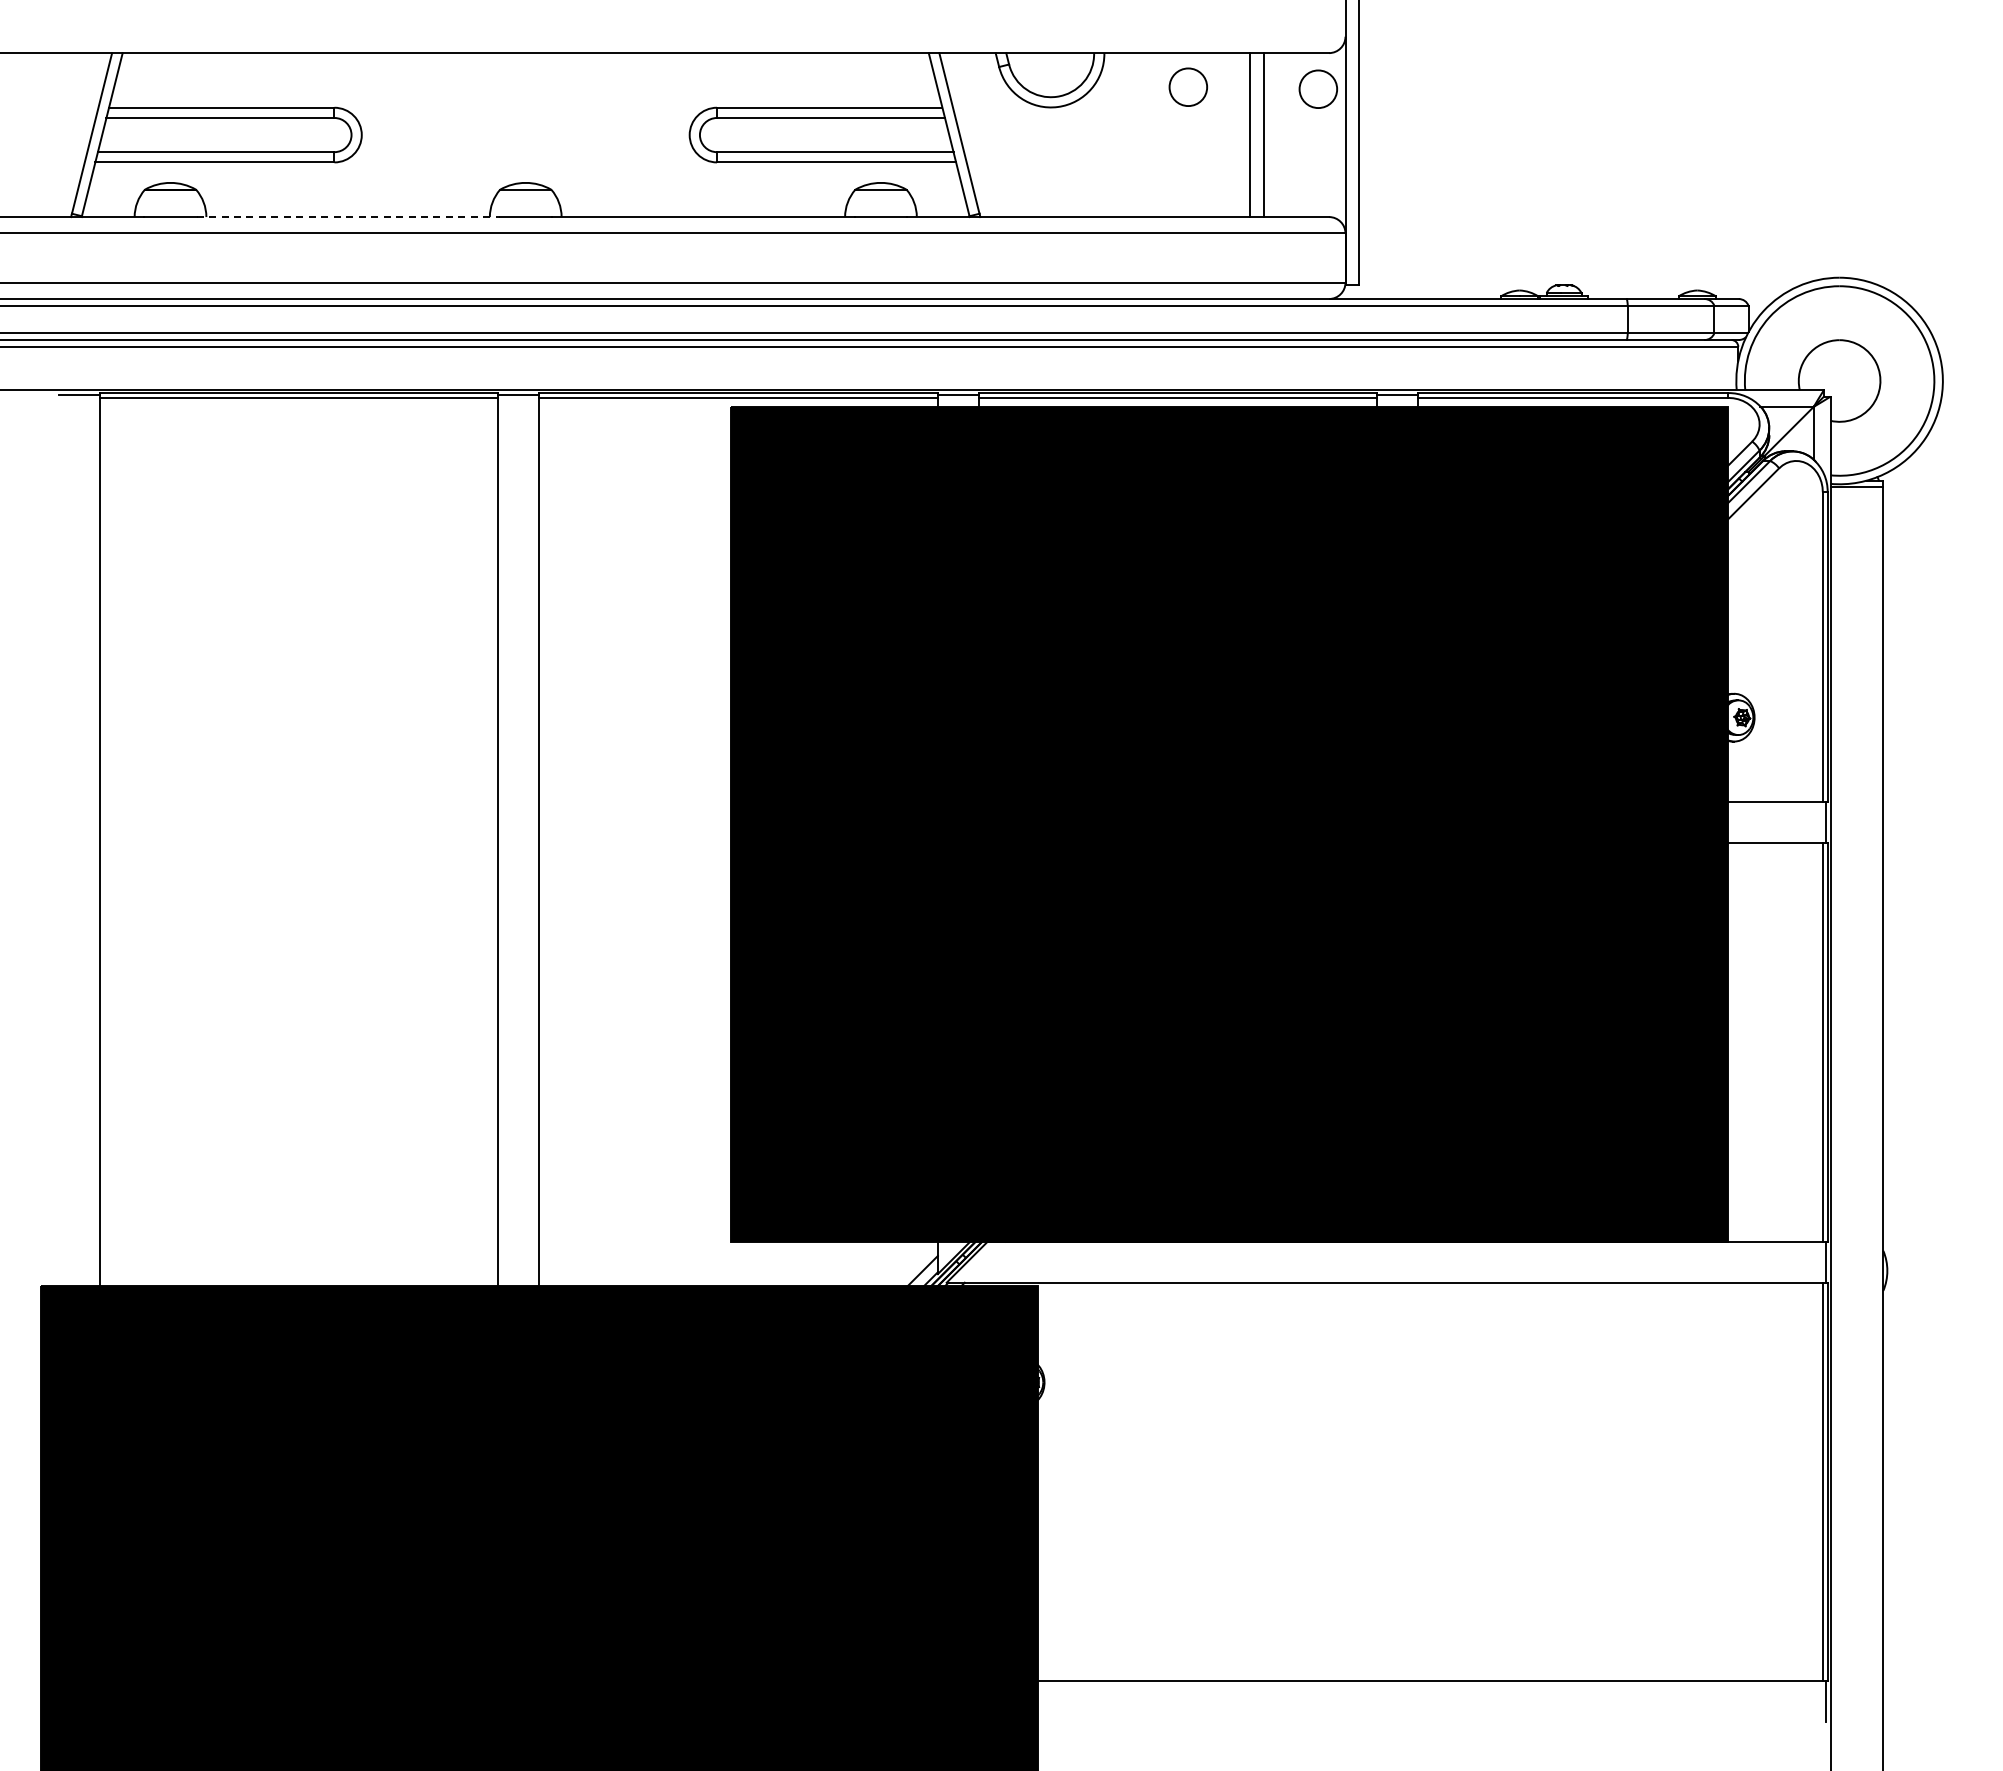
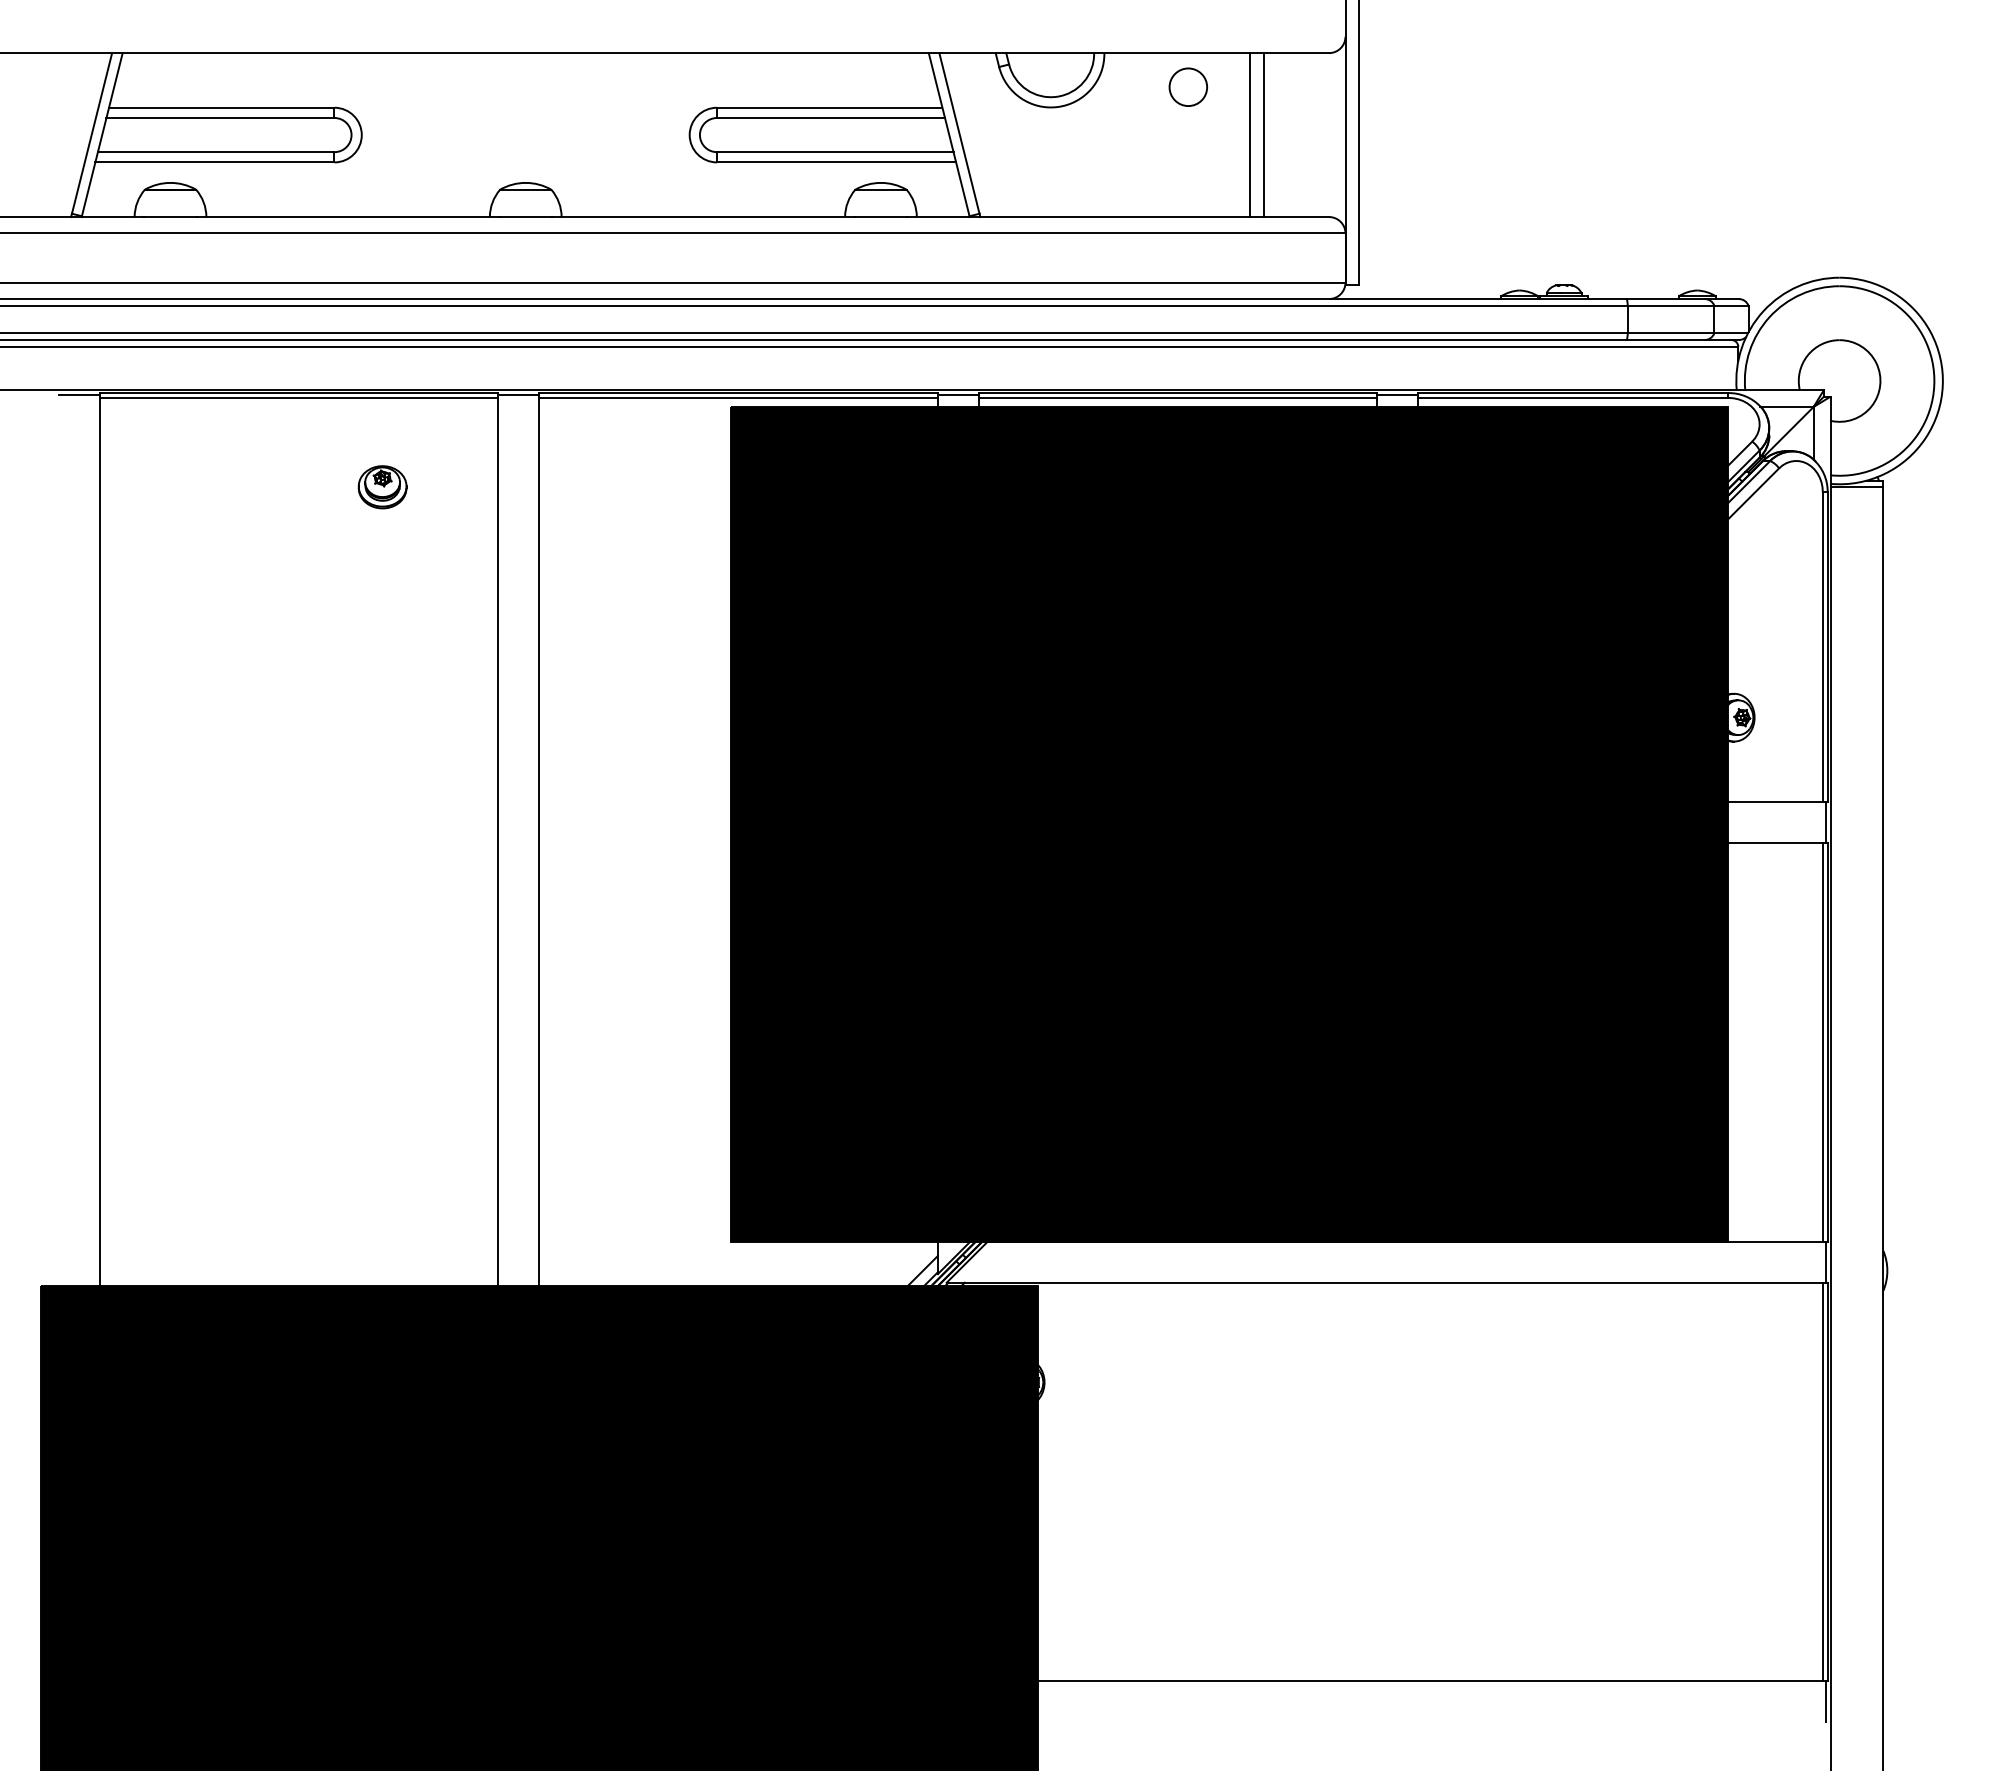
circle at (1317, 88): present -> none
line at (348, 217): dashed -> solid
part at (382, 487): none -> present
